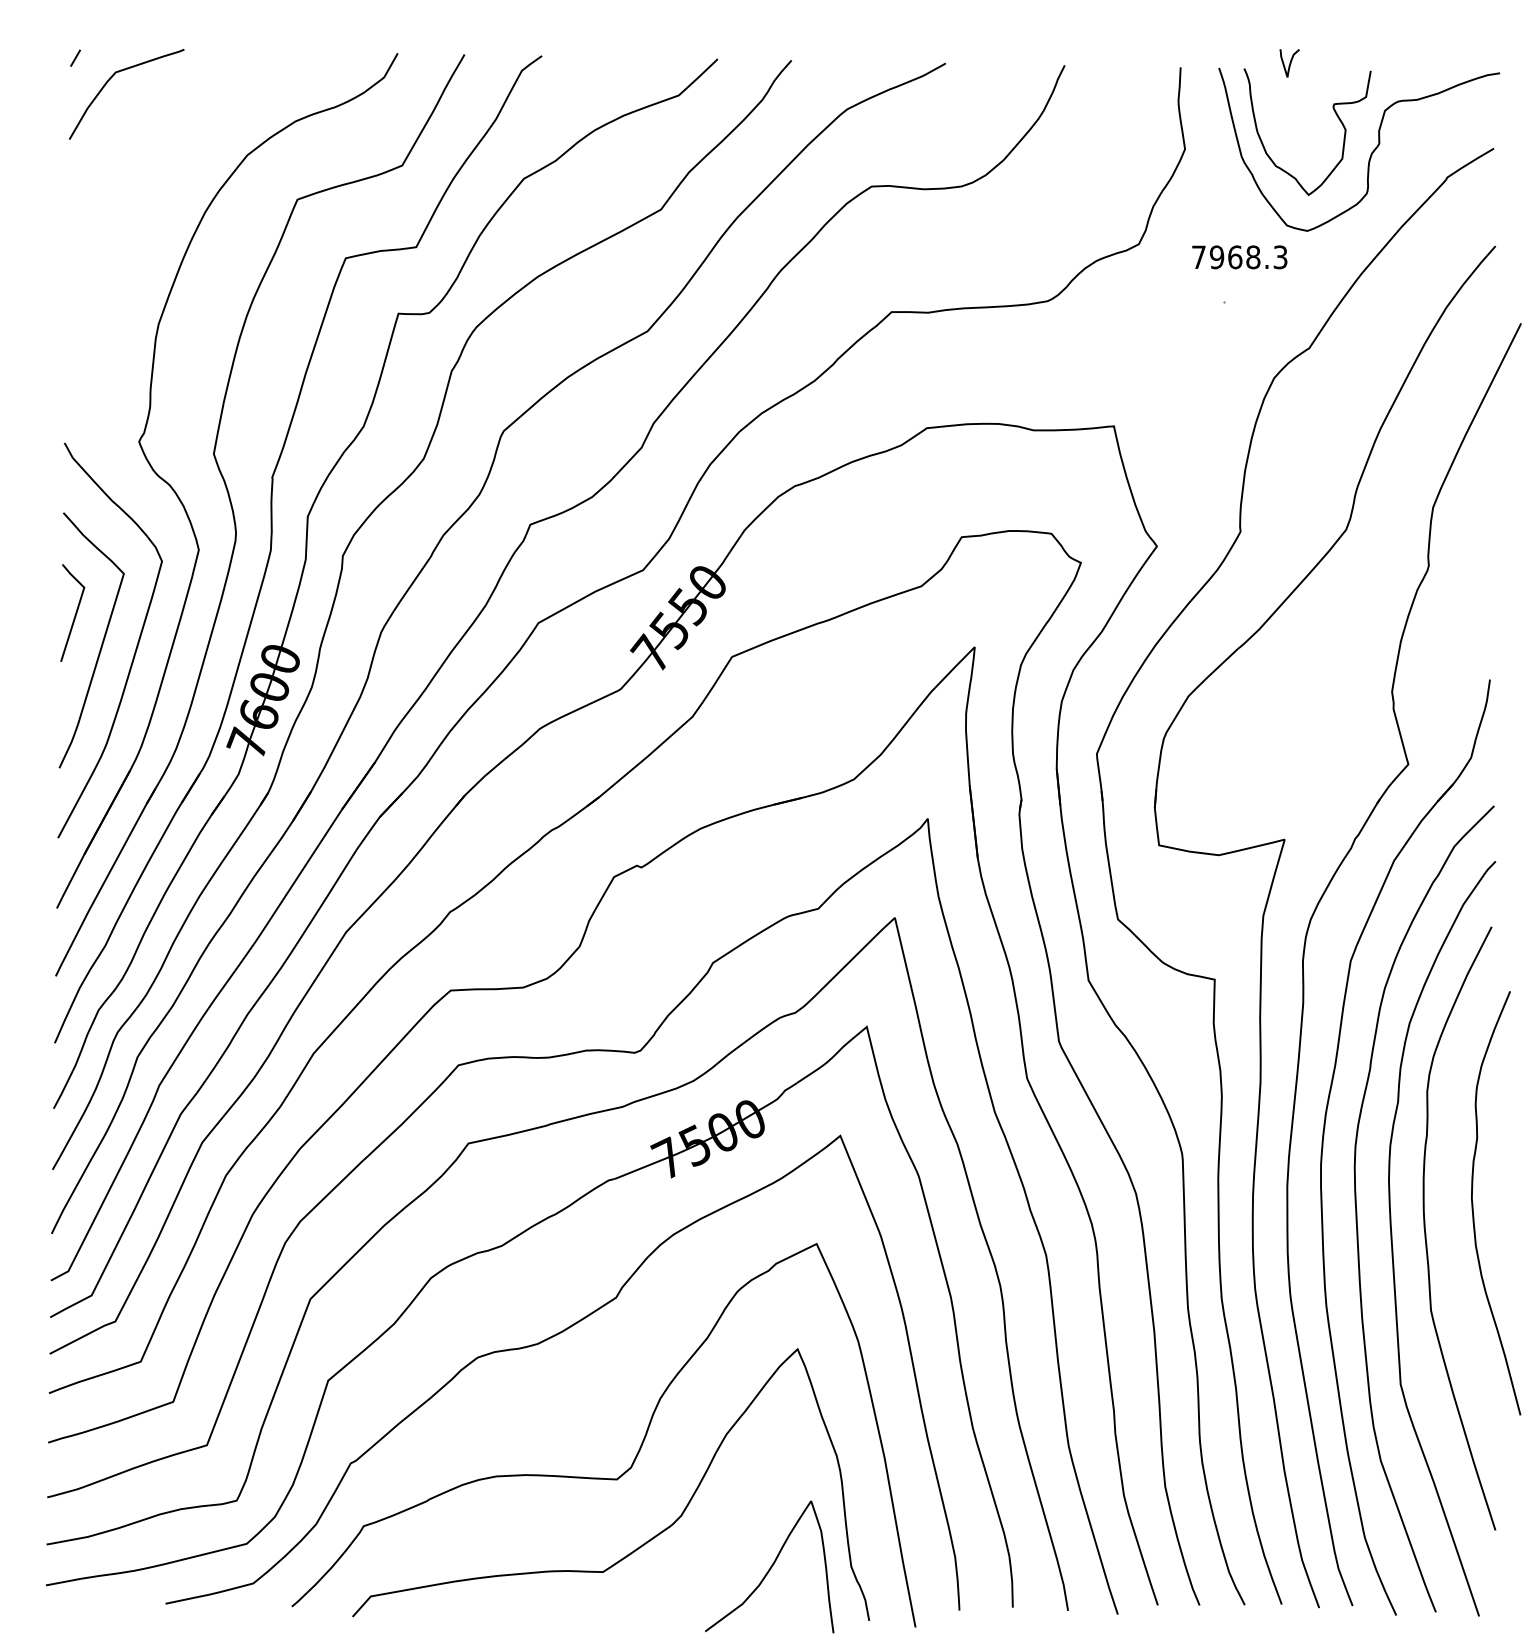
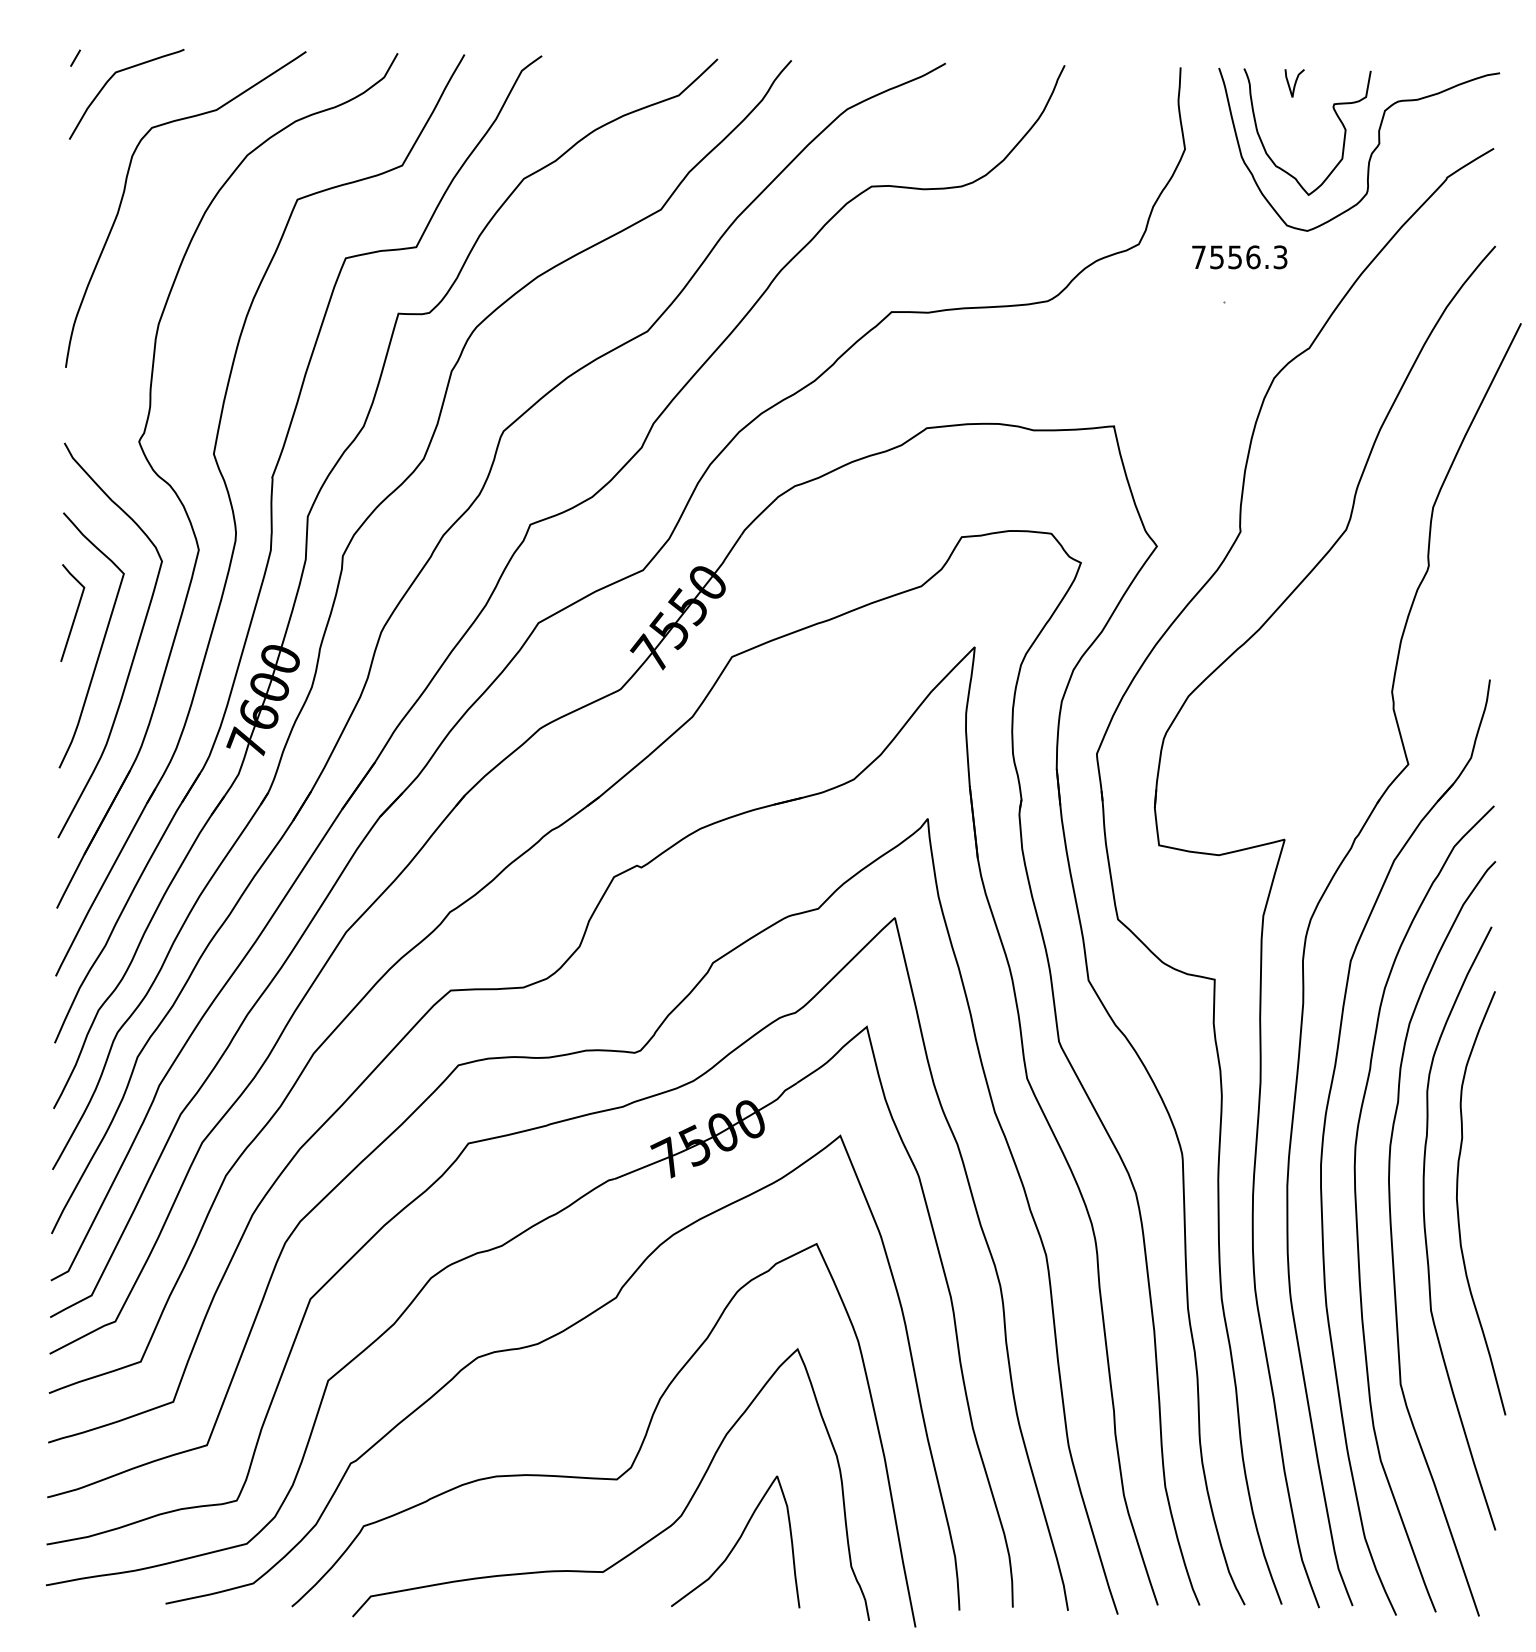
curve at (1289, 63) position: (1289, 63) -> (1294, 83)
curve at (125, 191): none -> present
text at (1234, 257): 7968.3 -> 7556.3
curve at (1473, 1203) position: (1473, 1203) -> (1458, 1203)
curve at (770, 1566) position: (770, 1566) -> (736, 1541)
